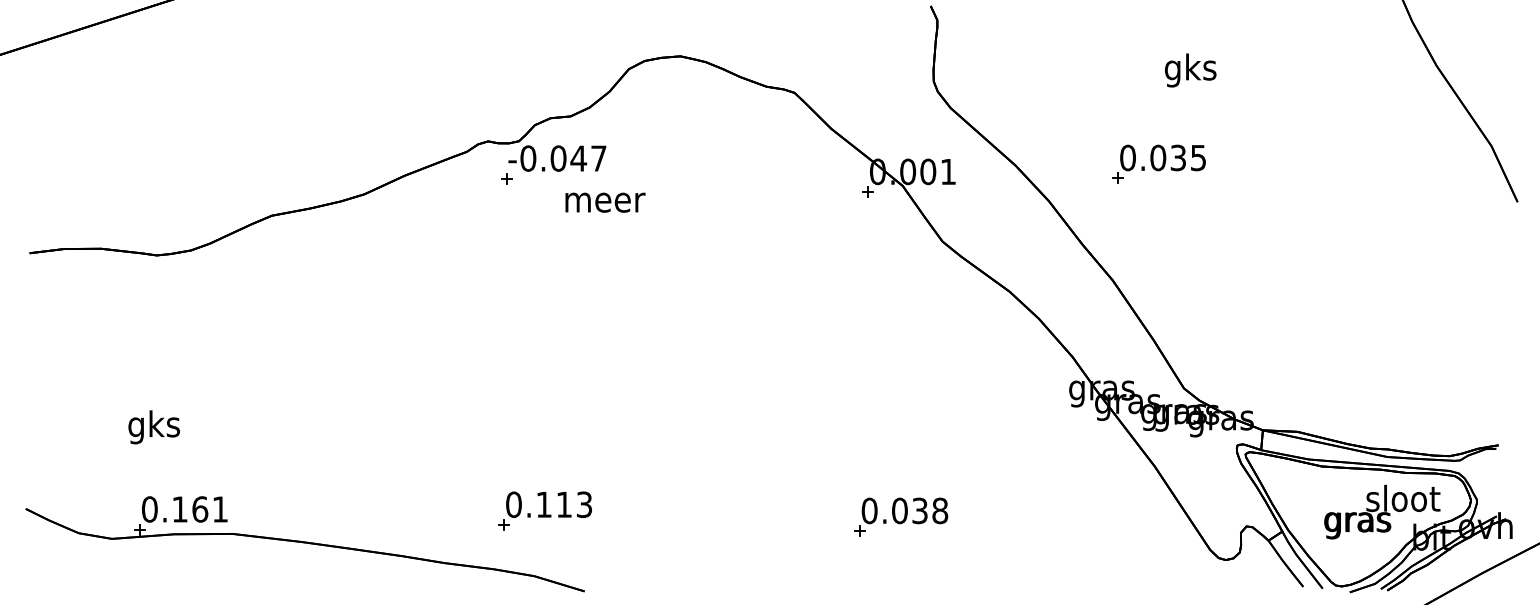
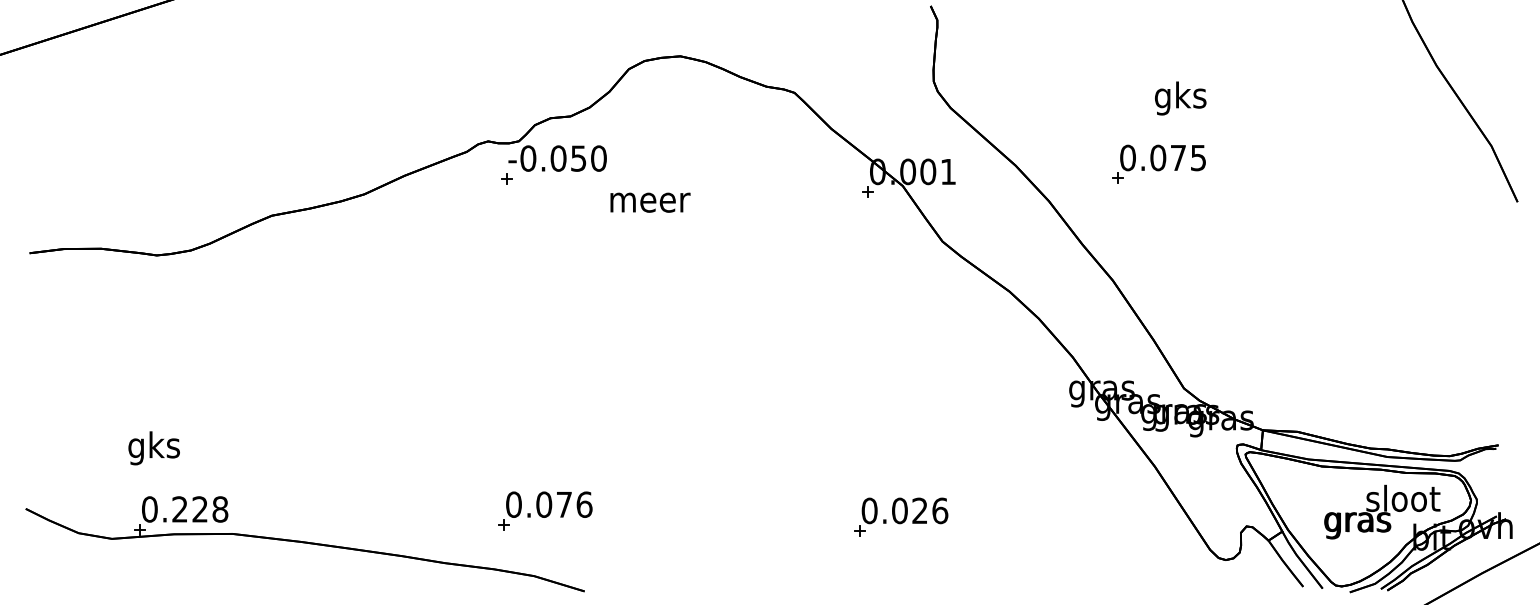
text at (1190, 70) position: (1190, 70) -> (1180, 98)
text at (1177, 157): 0.035 -> 0.075
text at (588, 158): -0.047 -> -0.050
text at (605, 202) position: (605, 202) -> (650, 202)
text at (153, 427) position: (153, 427) -> (153, 448)
text at (564, 504): 0.113 -> 0.076
text at (200, 509): 0.161 -> 0.228
text at (930, 510): 0.038 -> 0.026
